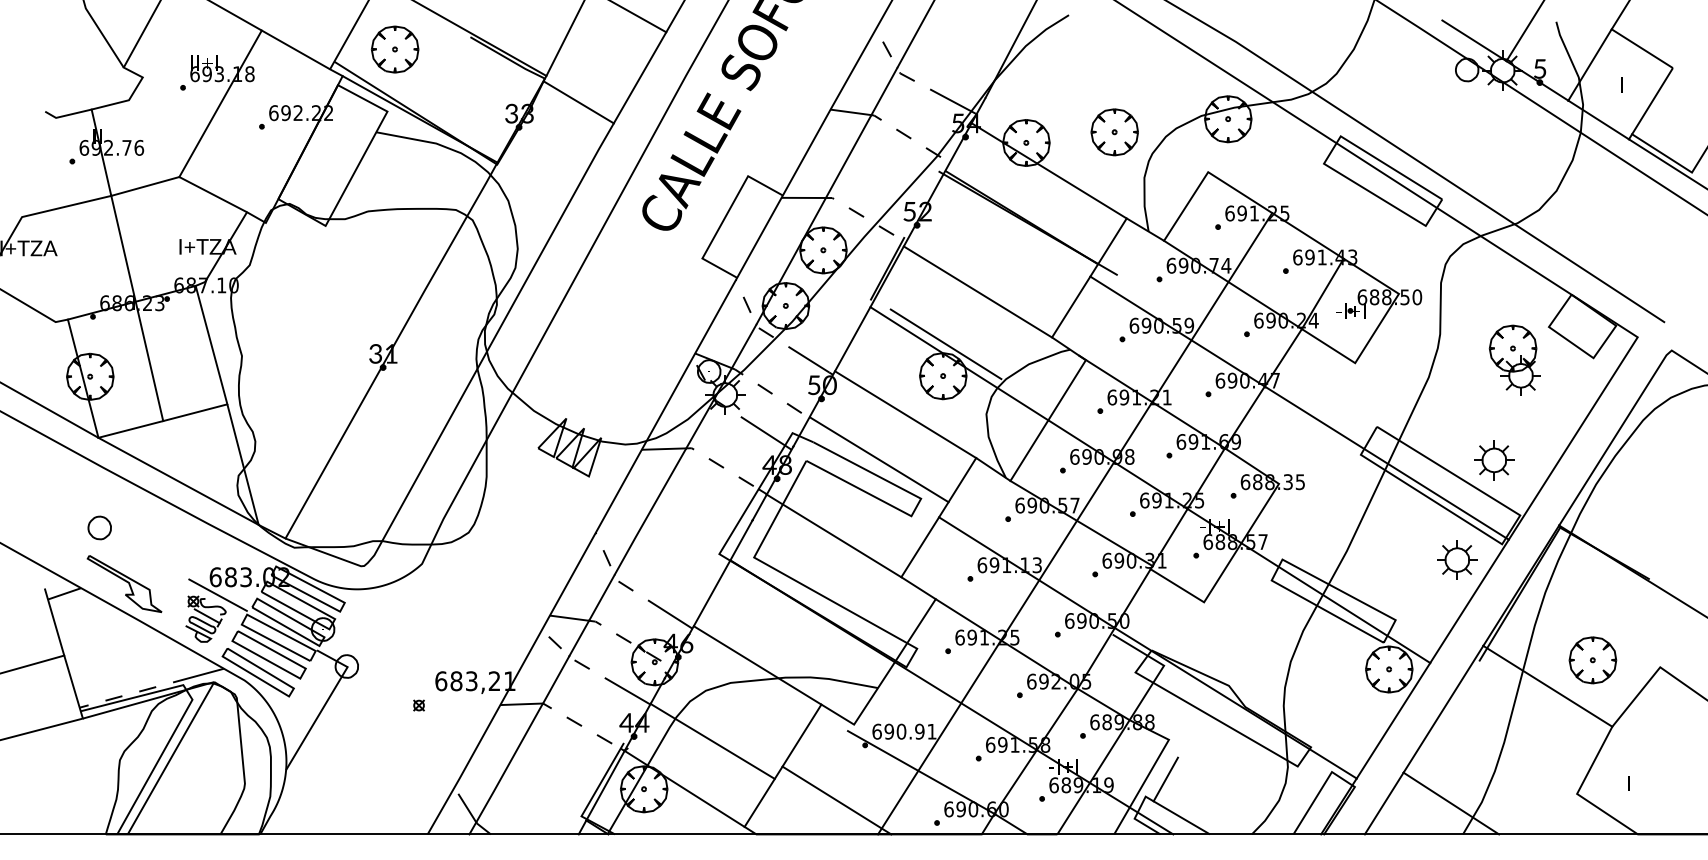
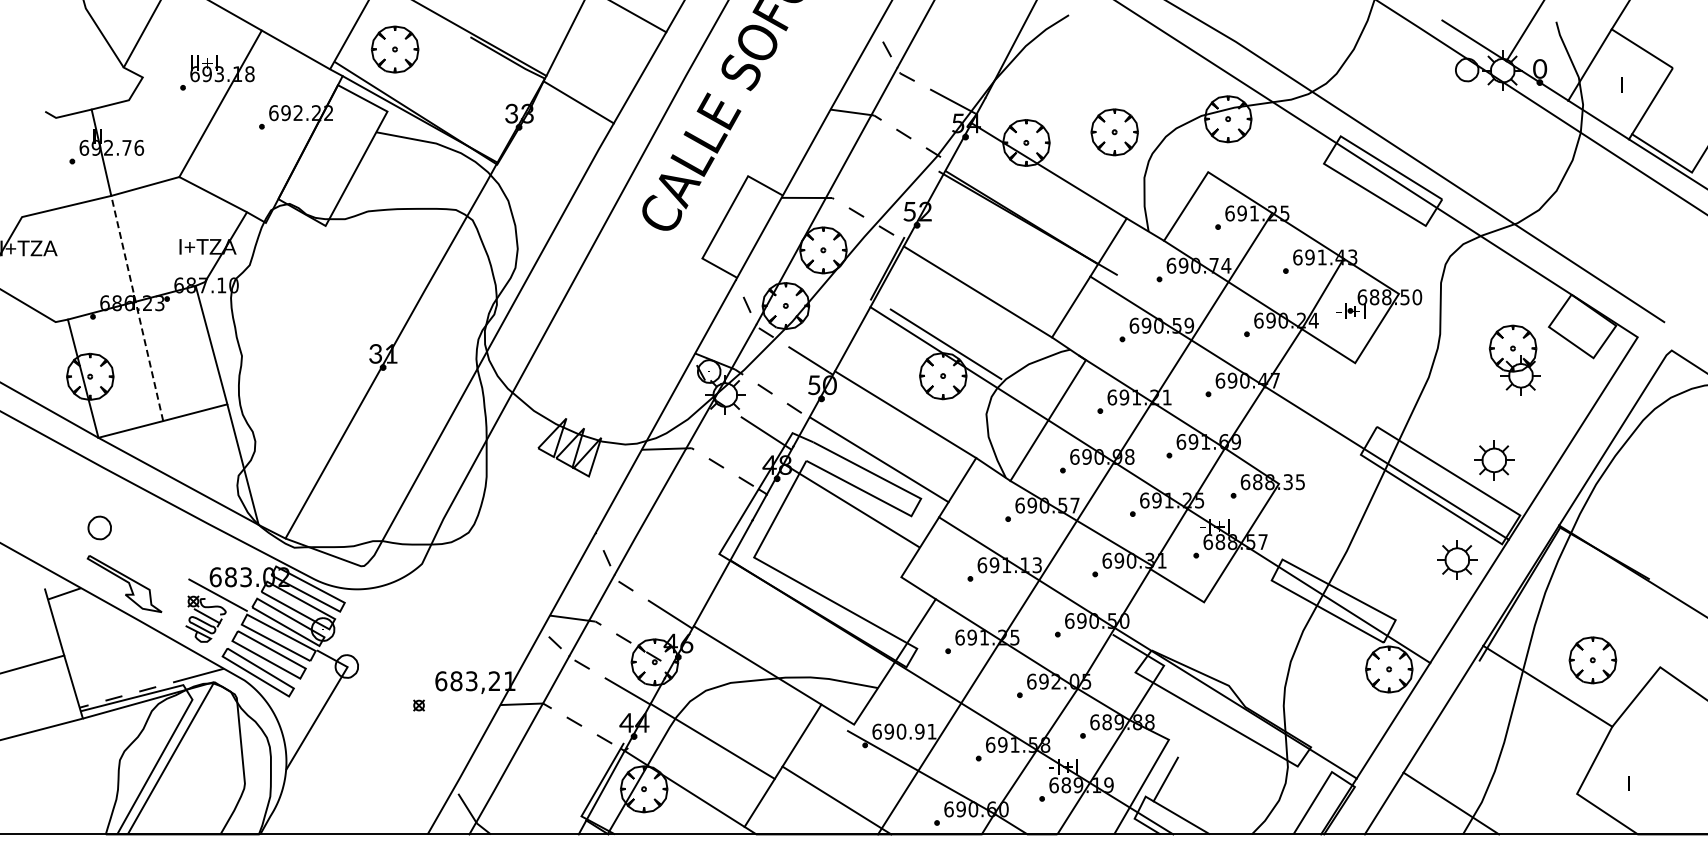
text at (1540, 68): 5 -> 0
line at (137, 308): solid -> dashed
line at (833, 535) position: (833, 535) -> (851, 505)
